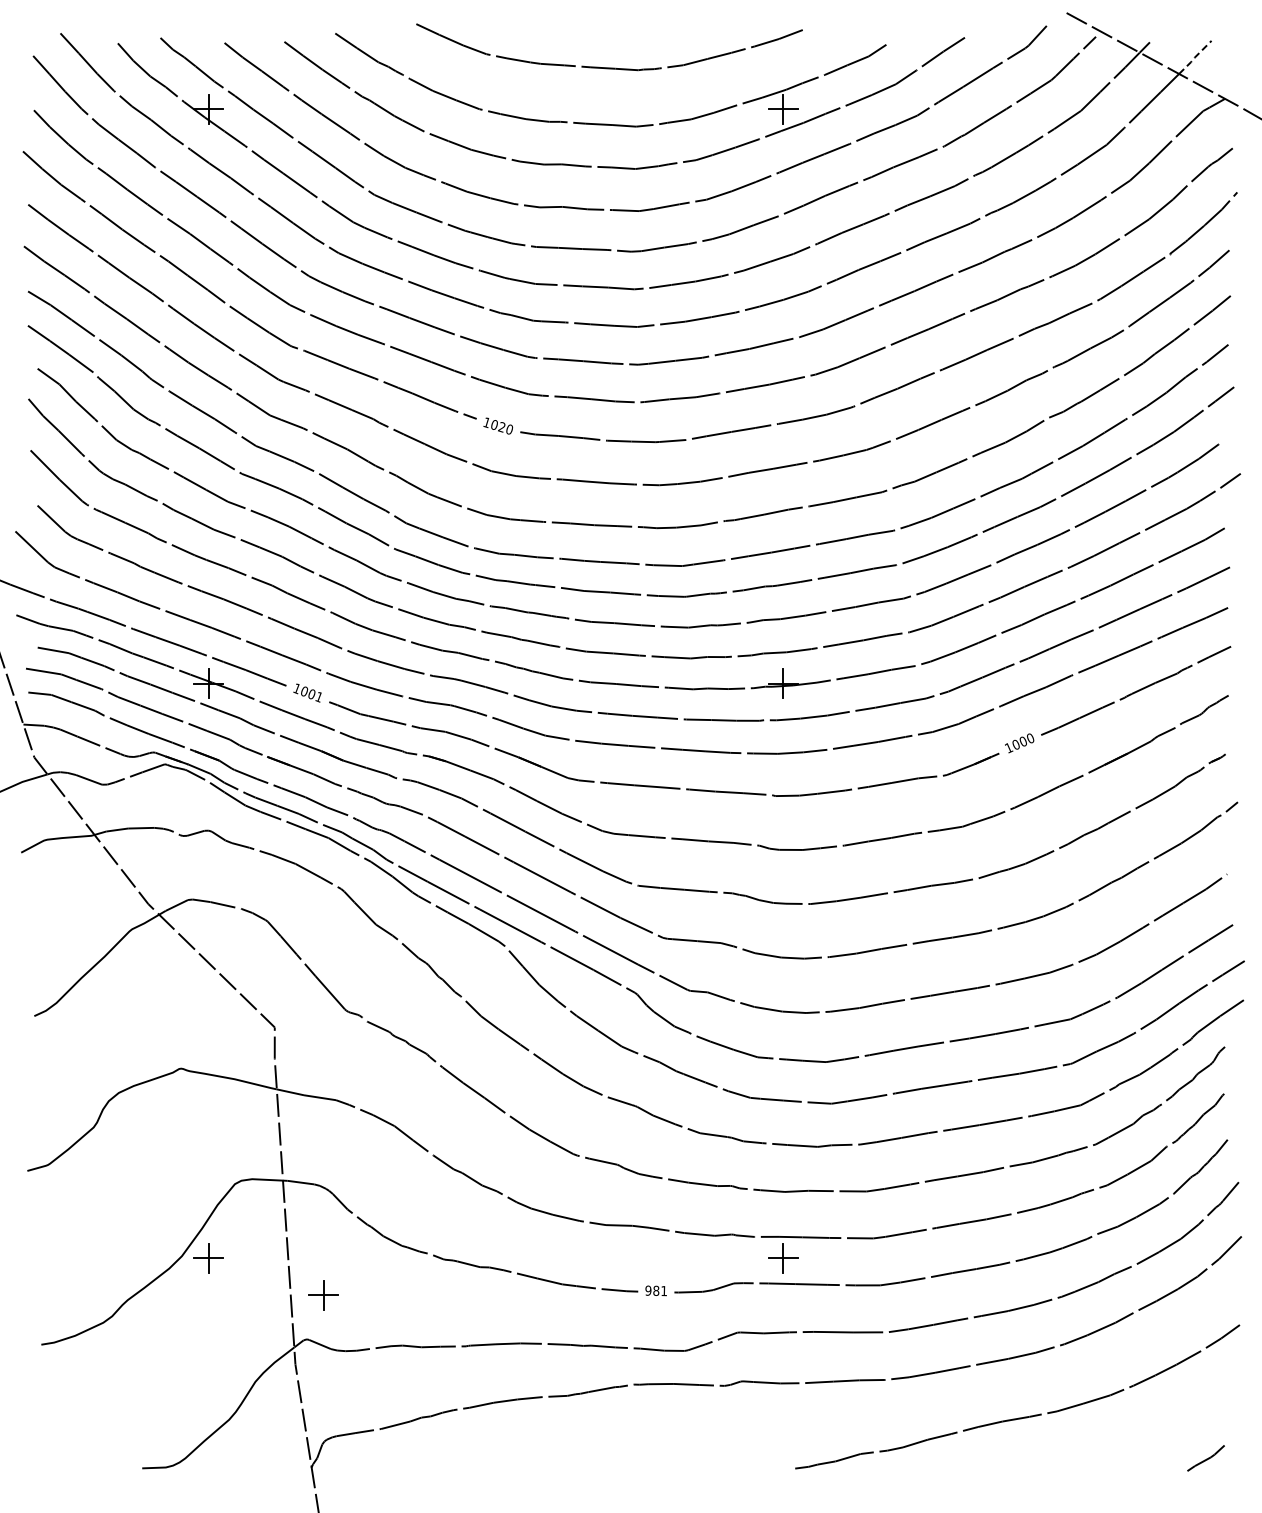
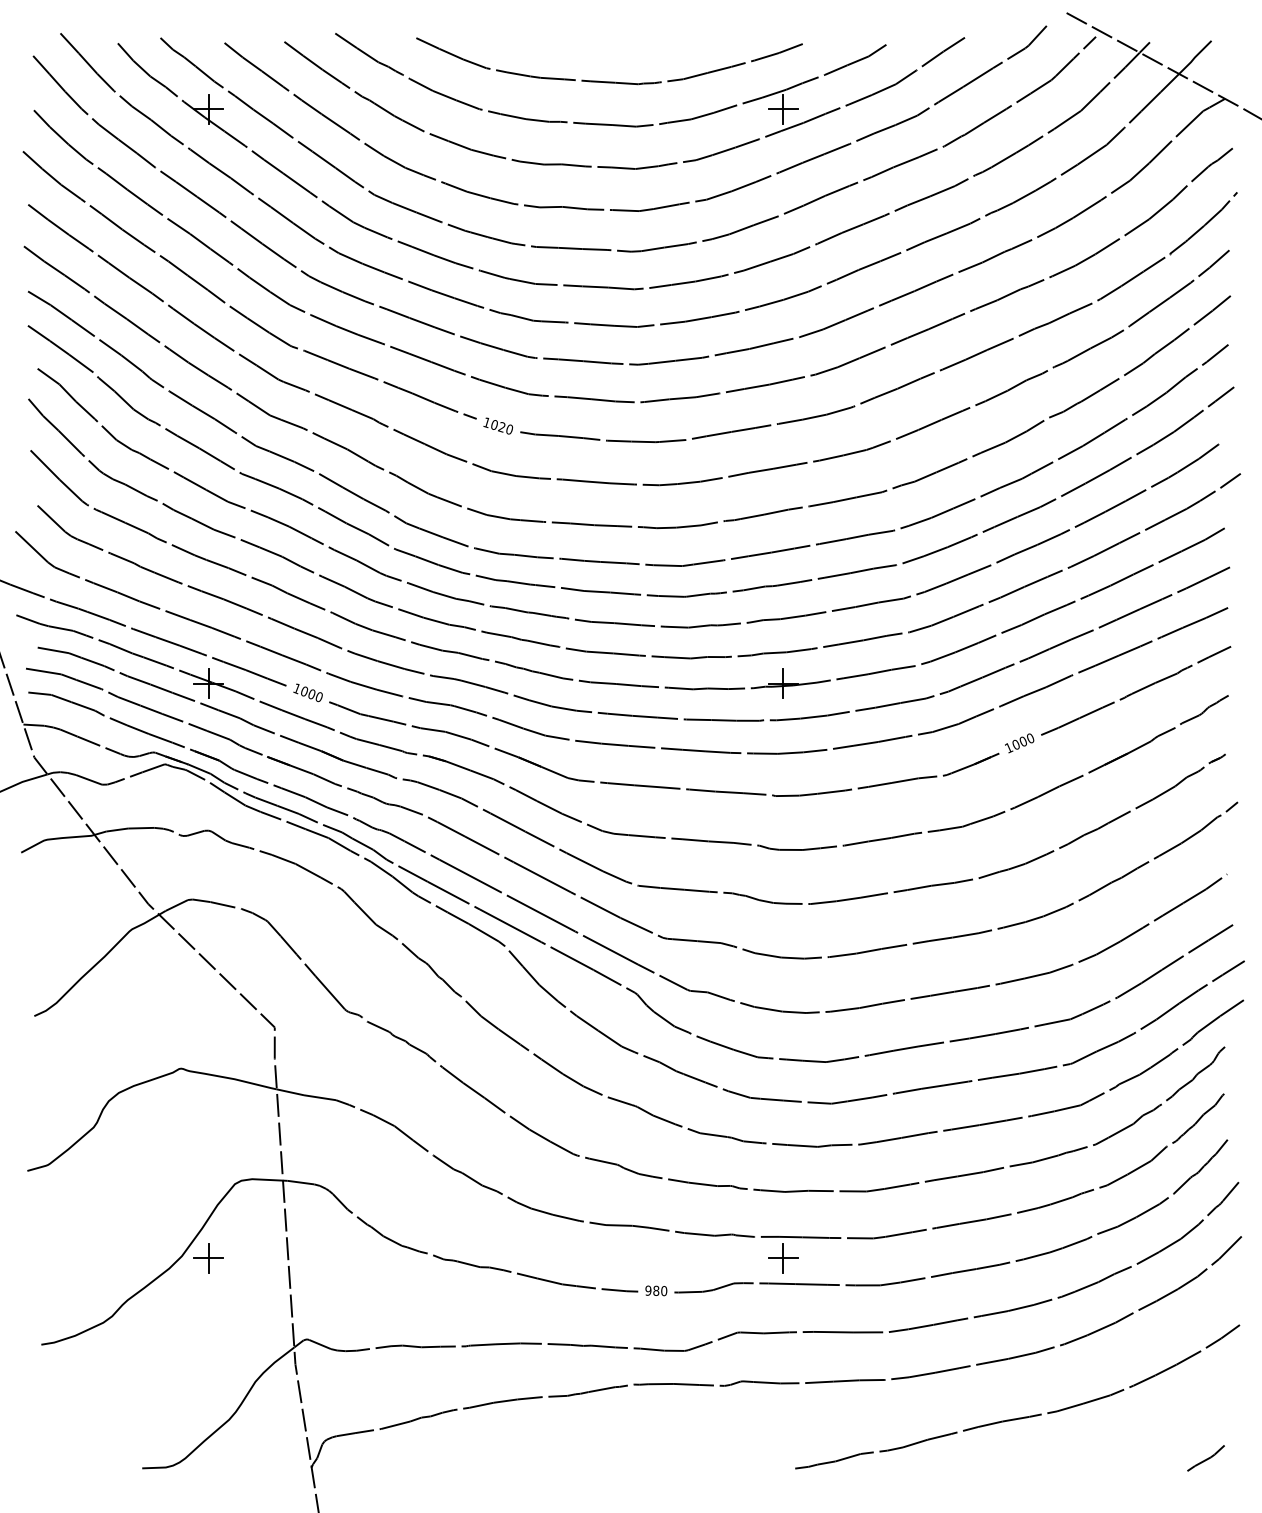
line at (1194, 57): dashed -> solid
curve at (609, 67) position: (609, 67) -> (609, 81)
text at (318, 697): 1001 -> 1000
text at (664, 1291): 981 -> 980
part at (323, 1295): present -> none
